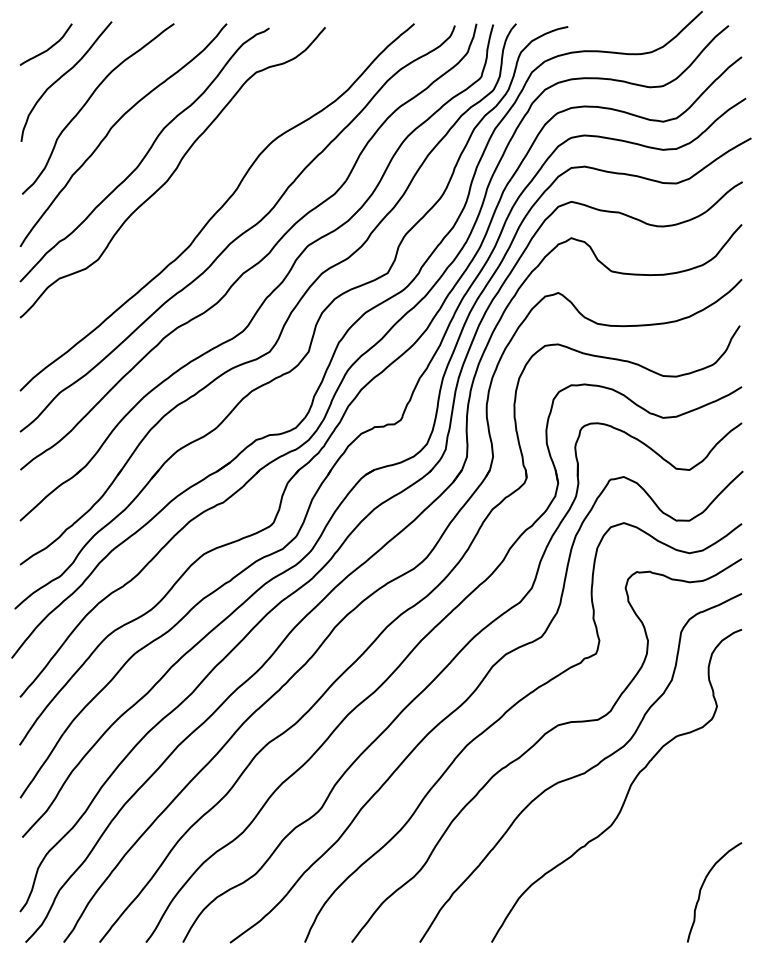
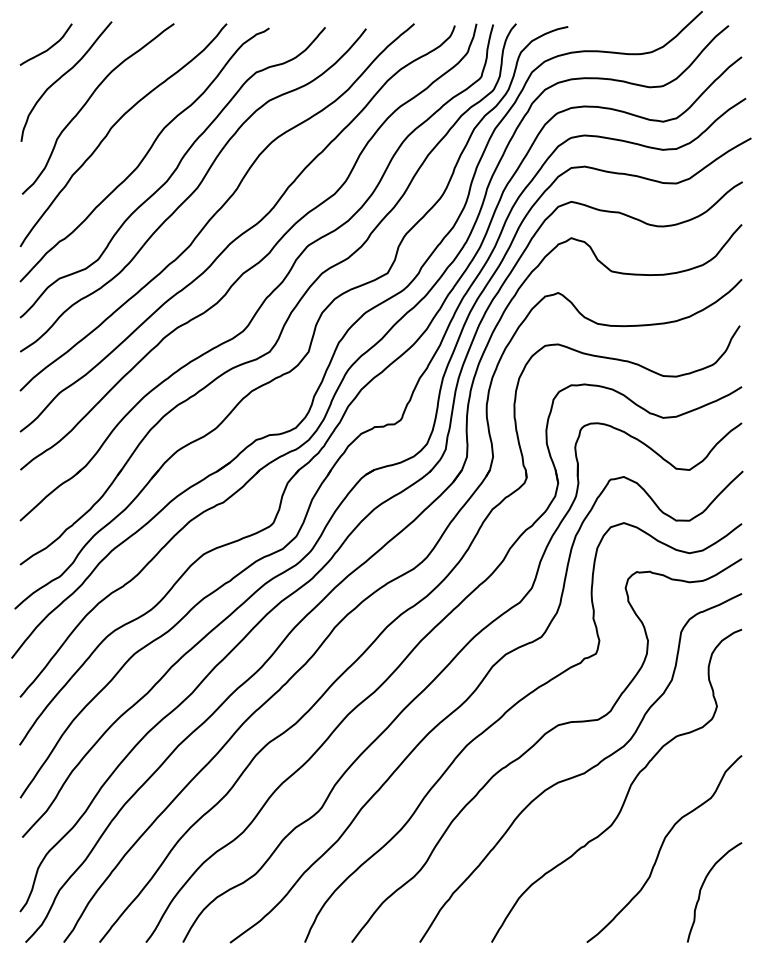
curve at (193, 190): none -> present
curve at (662, 846): none -> present
